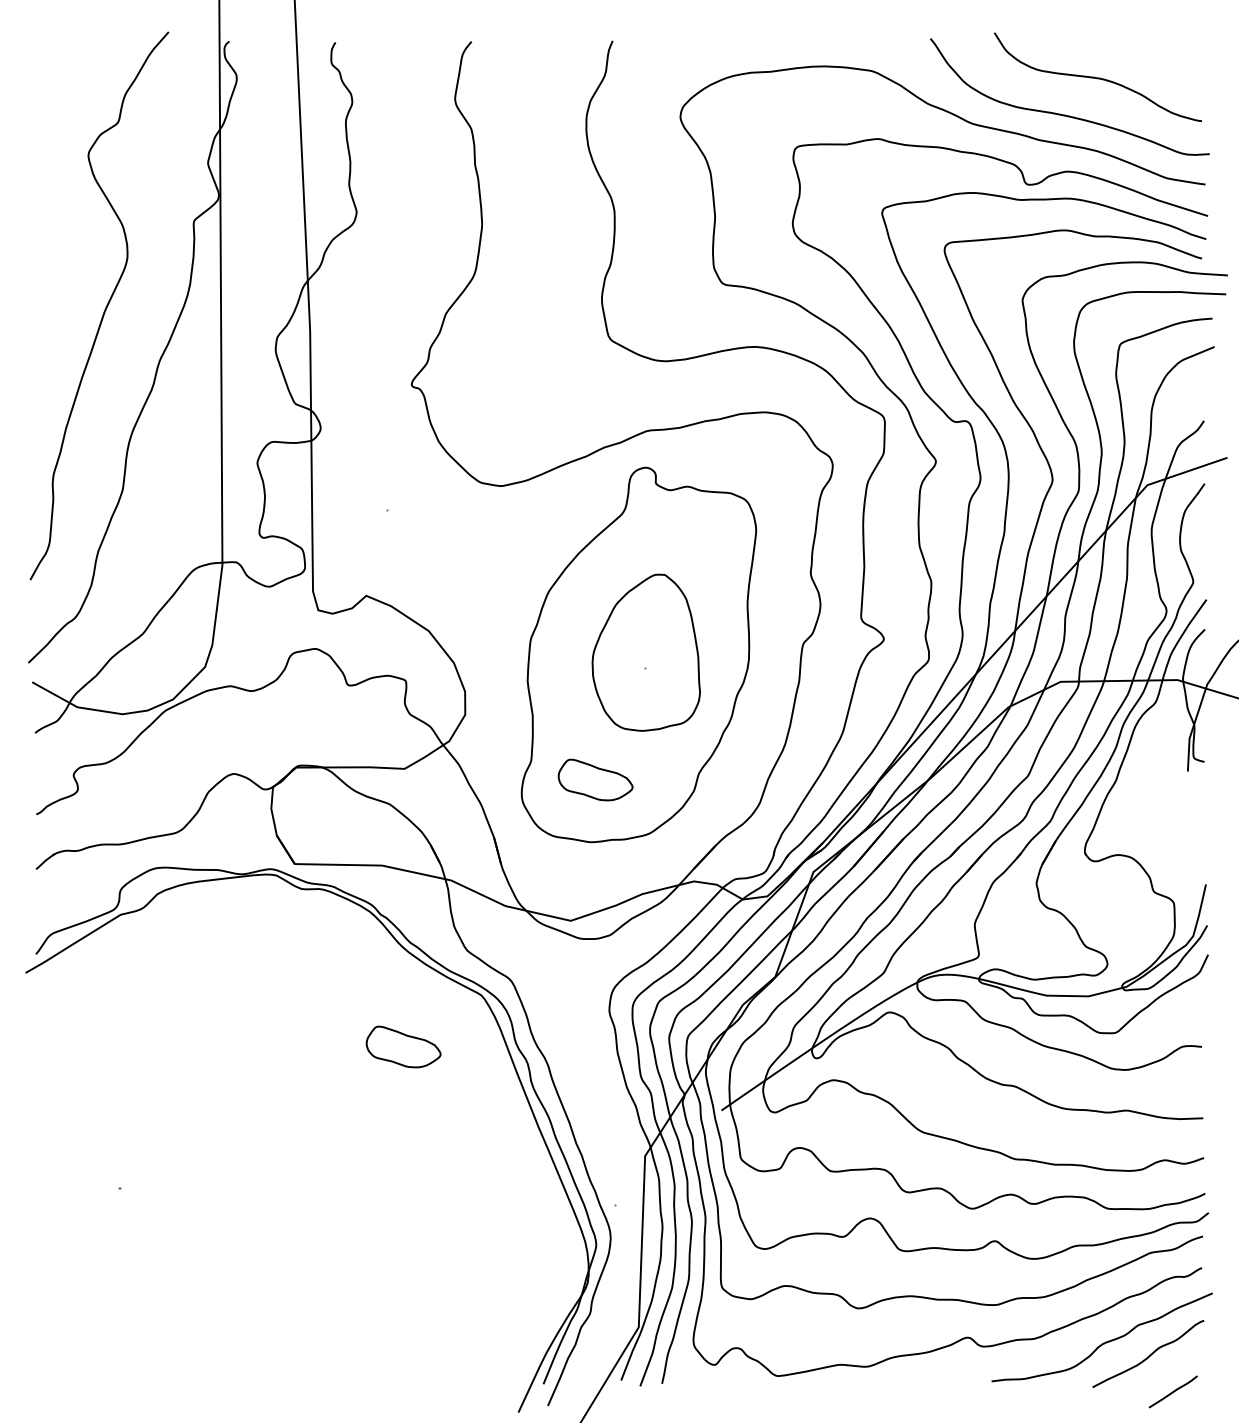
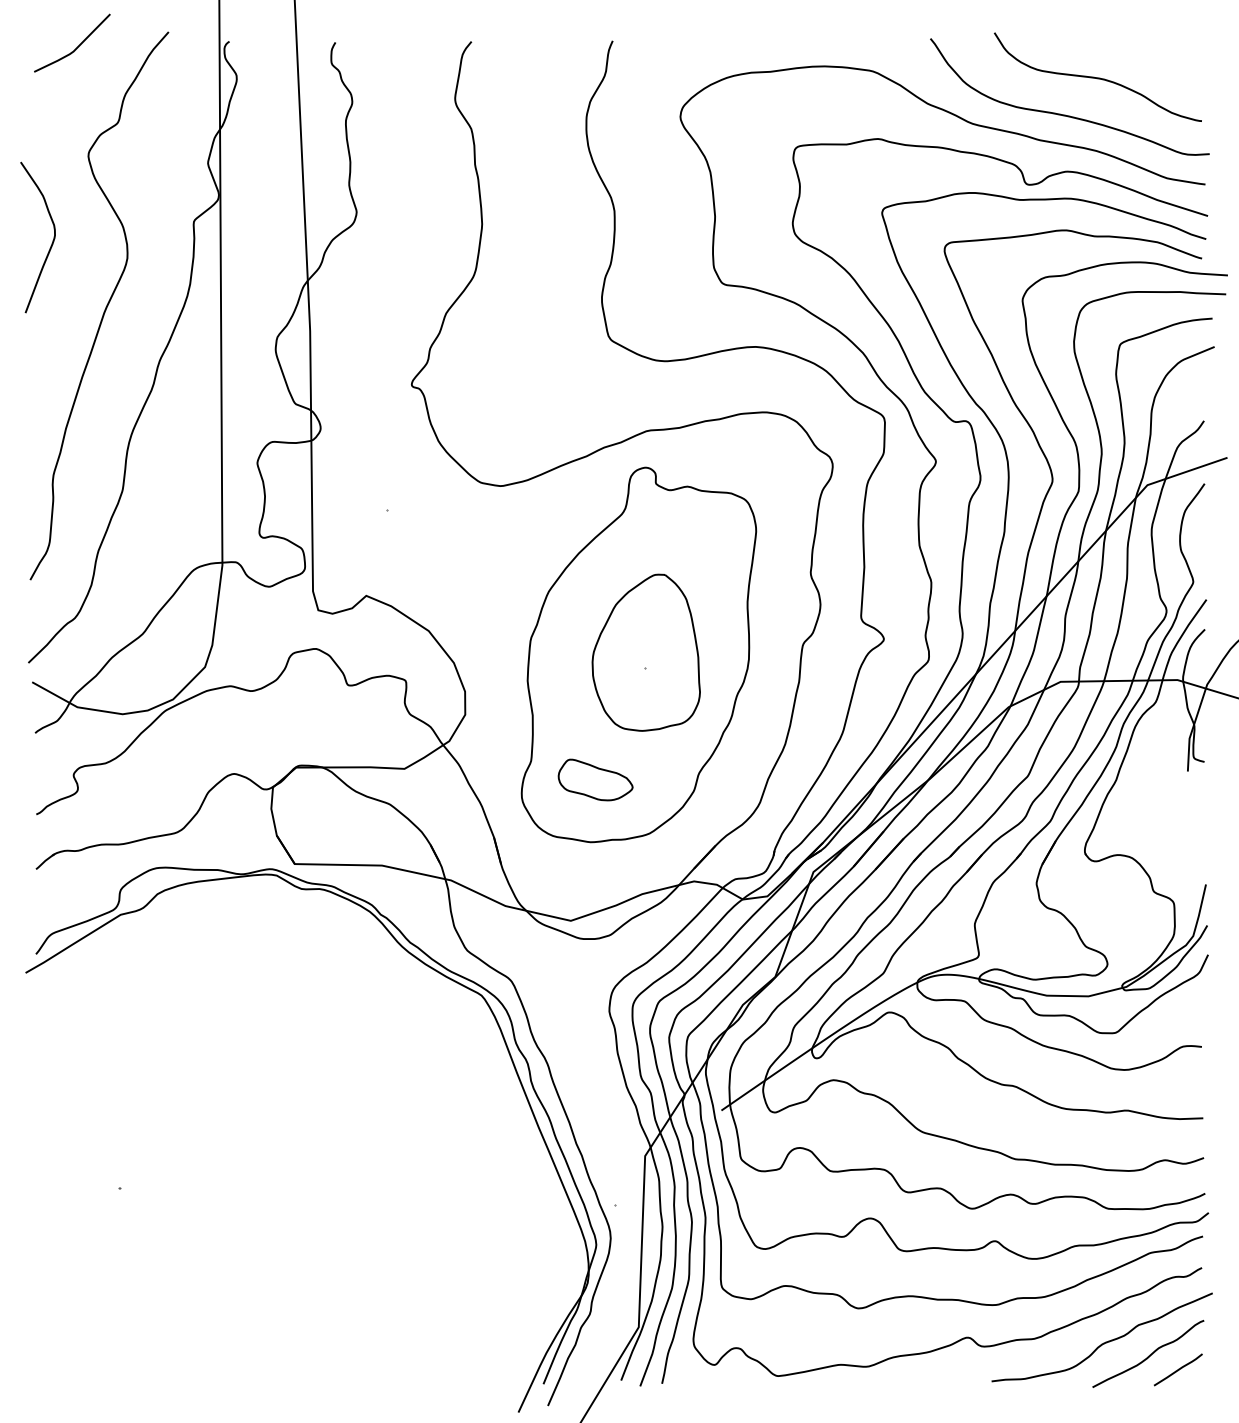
line at (77, 46): none -> present
curve at (51, 243): none -> present
part at (403, 1046): present -> none
line at (1172, 1391) position: (1172, 1391) -> (1177, 1369)
